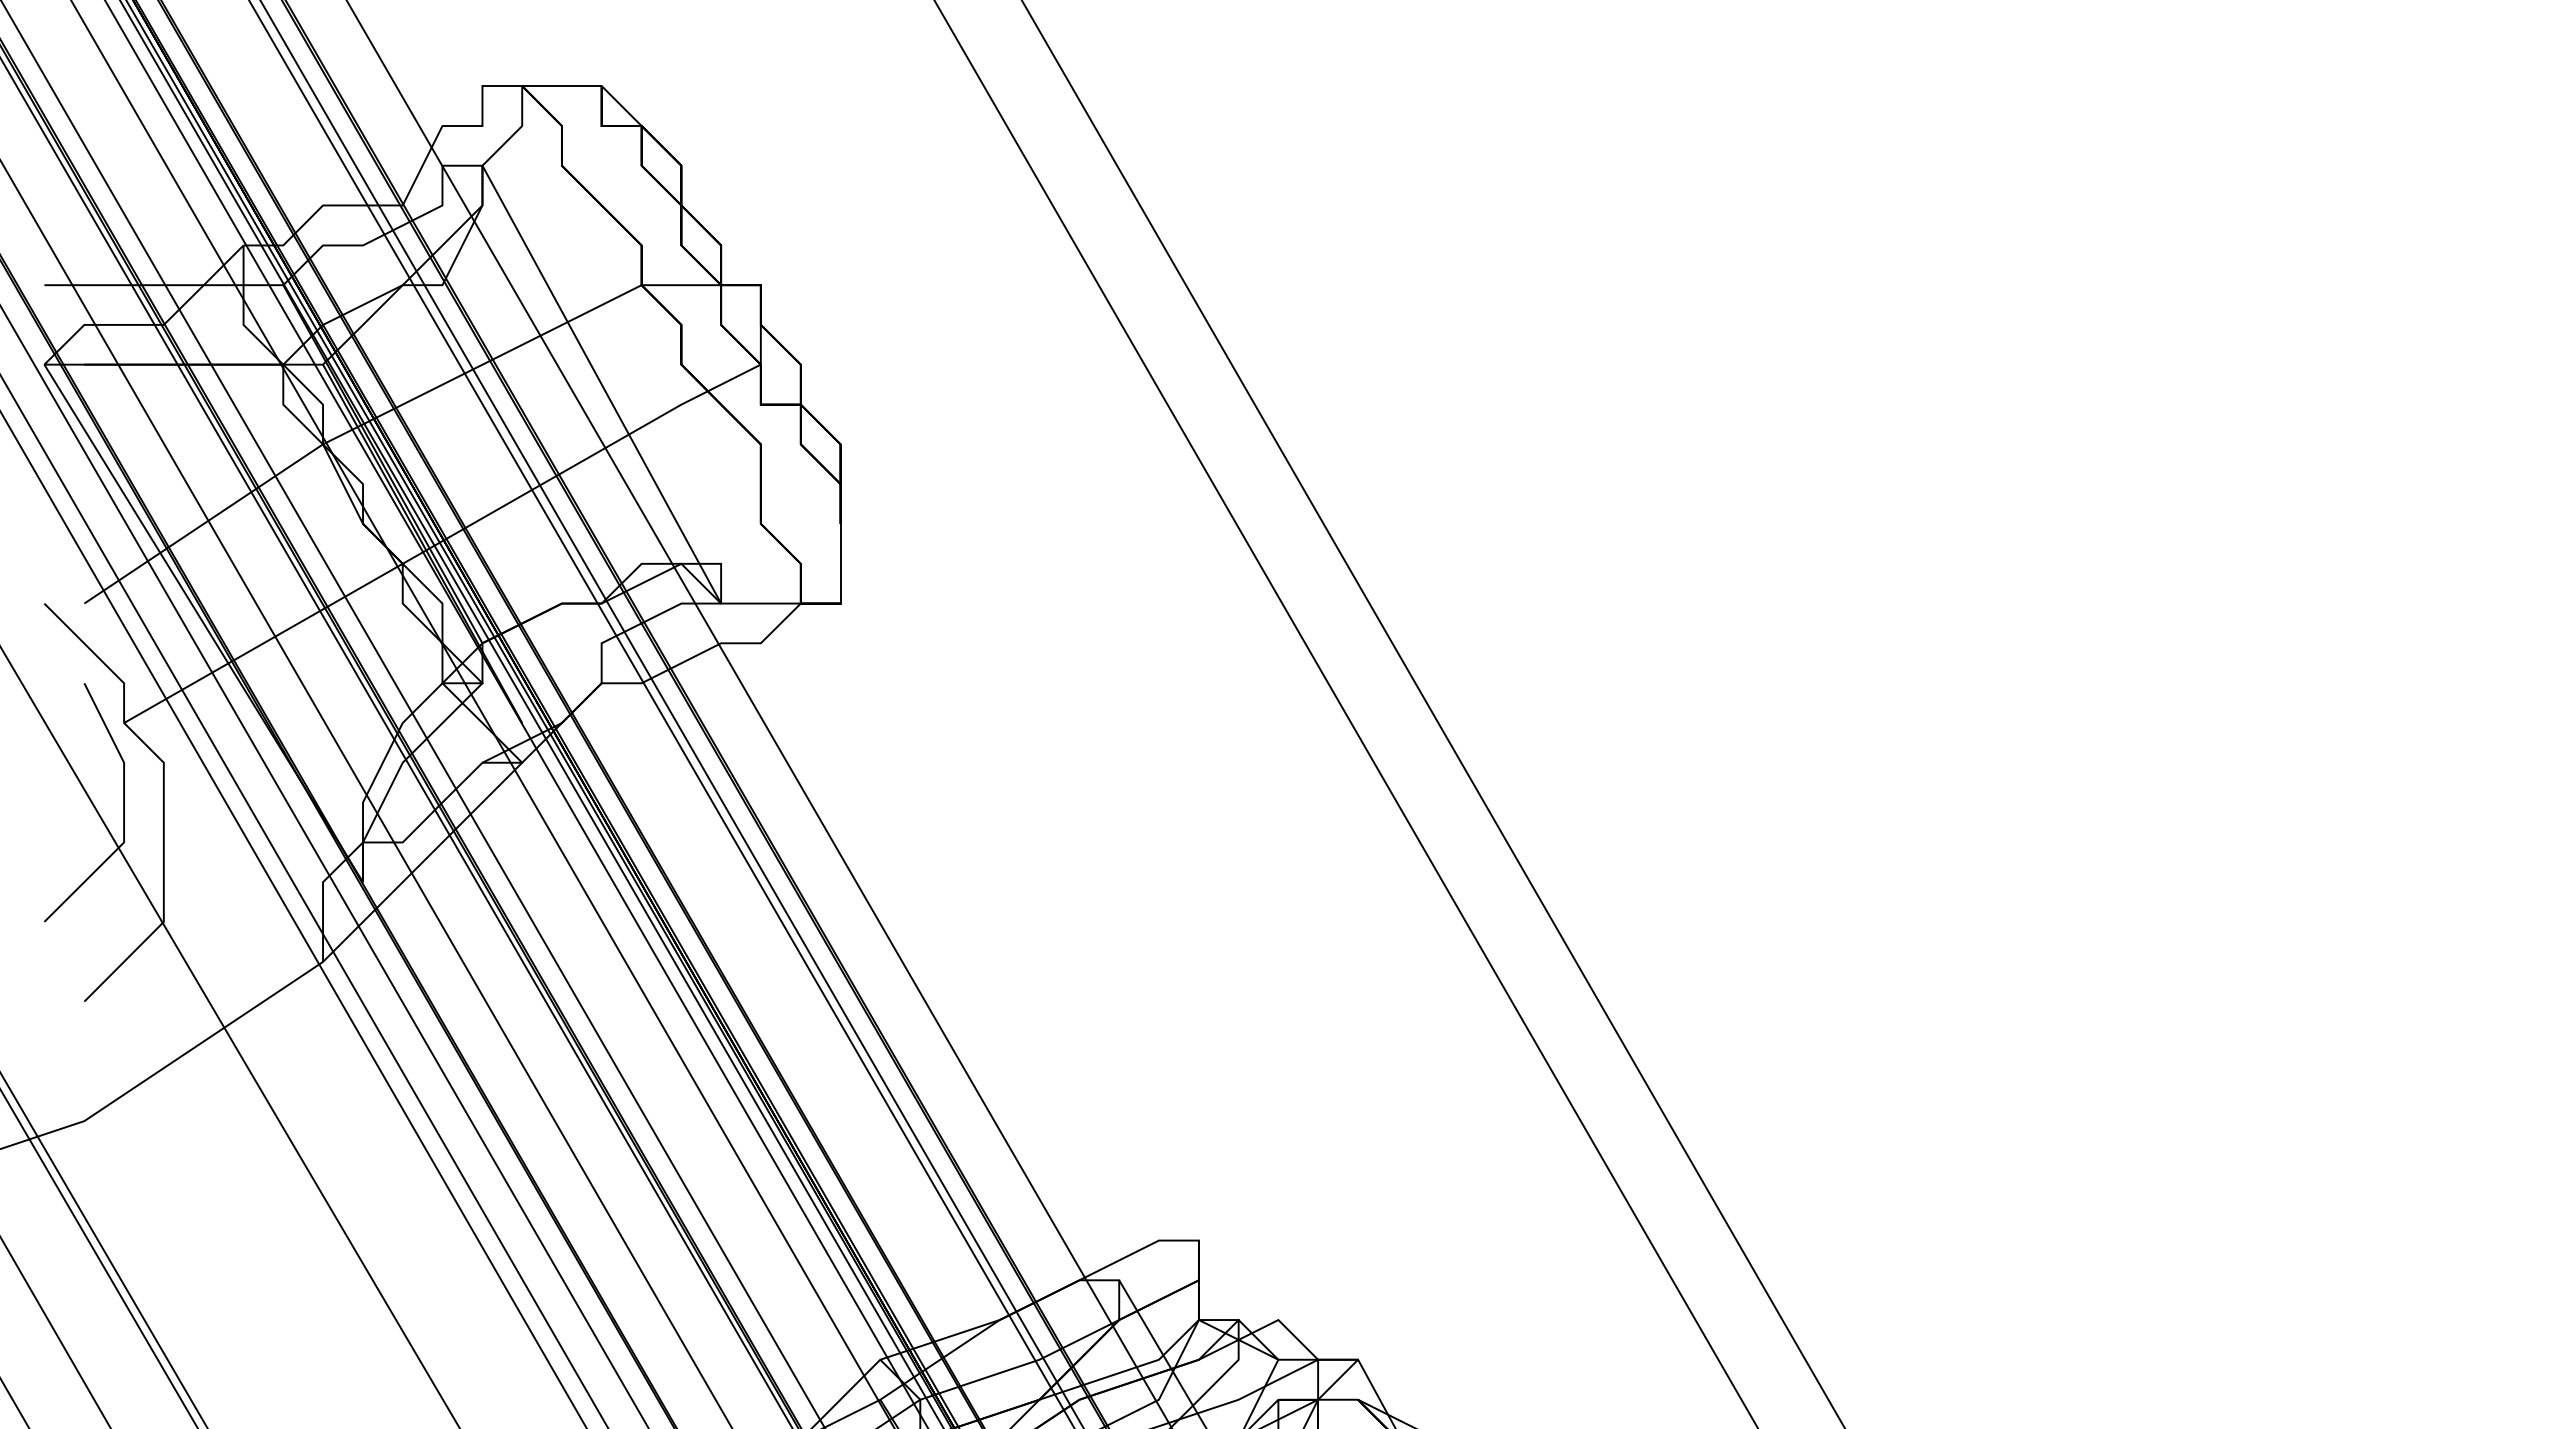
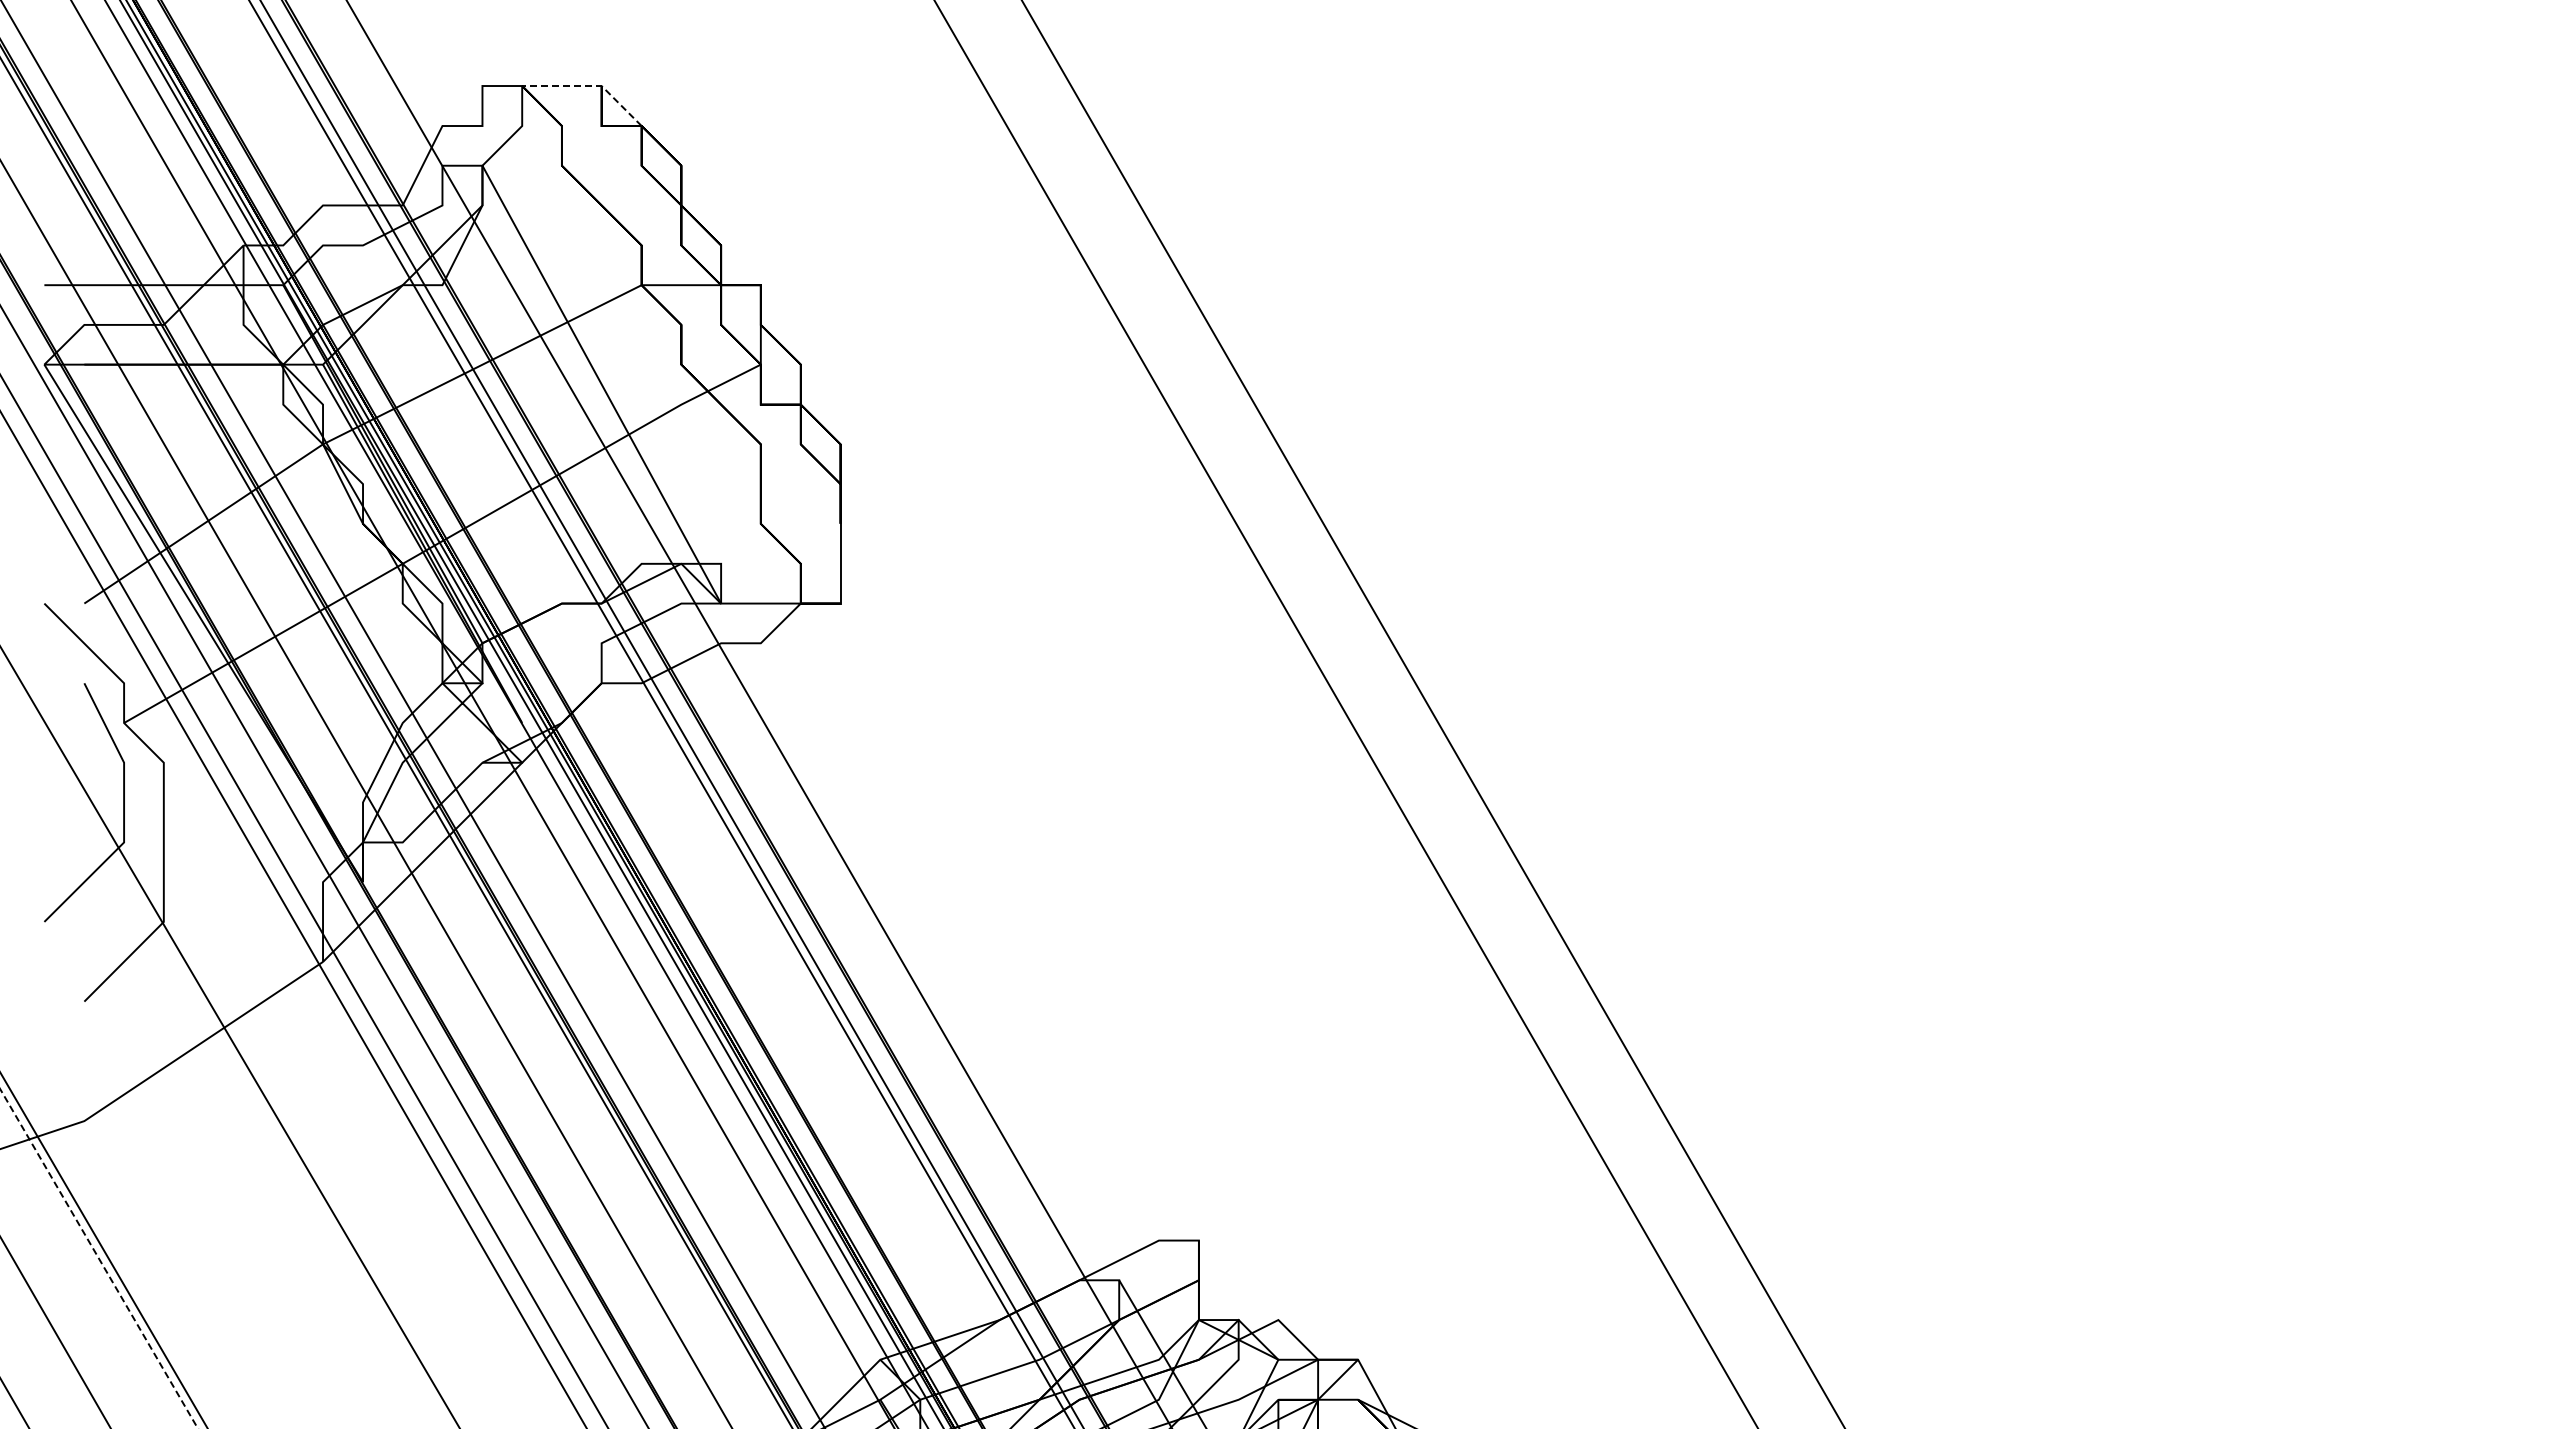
line at (590, 86): solid -> dashed
line at (99, 1259): solid -> dashed
